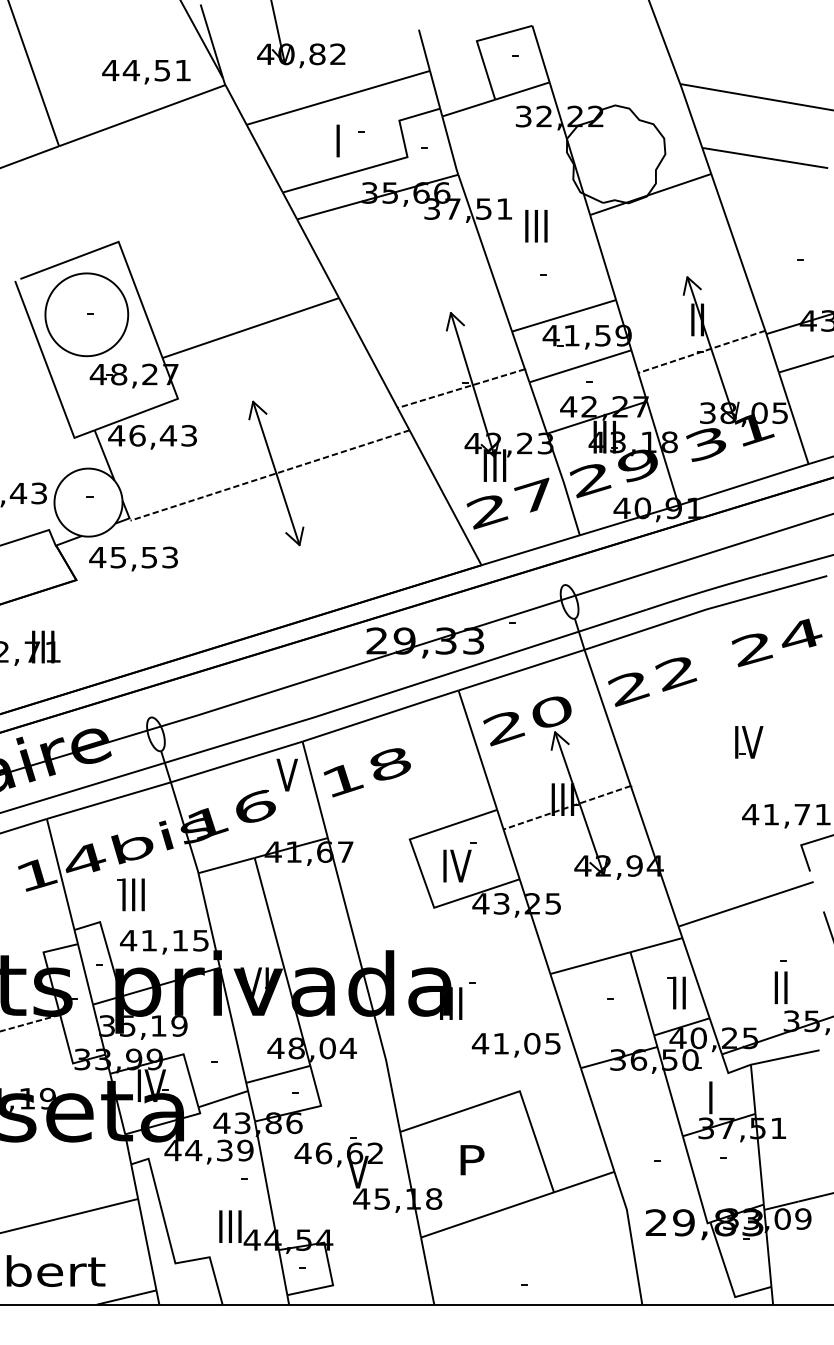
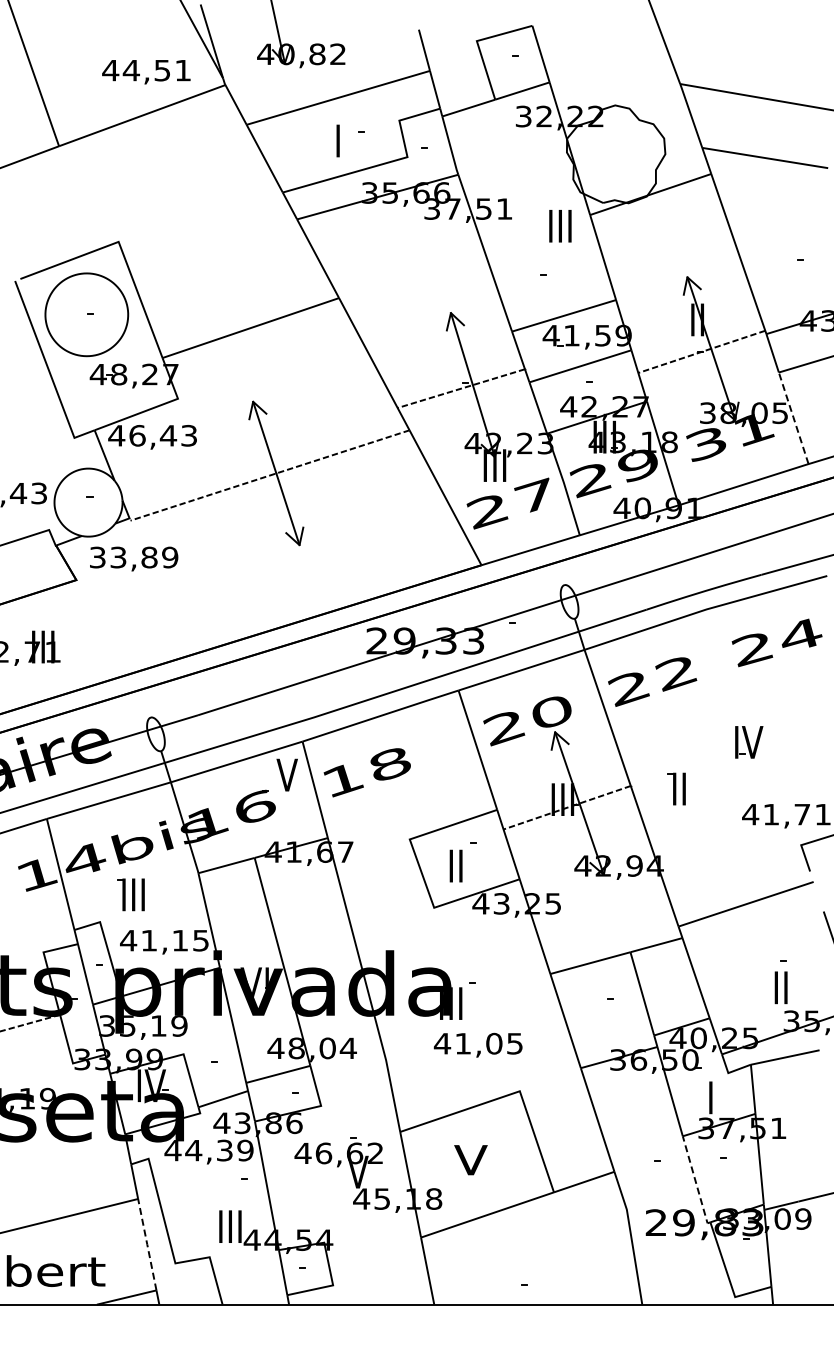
text at (536, 226) position: (536, 226) -> (560, 226)
line at (793, 418): solid -> dashed
text at (133, 557): 45,53 -> 33,89
text at (457, 865): IV -> II
part at (676, 992) position: (676, 992) -> (676, 788)
text at (515, 1044) position: (515, 1044) -> (477, 1044)
text at (470, 1160): P -> V
line at (695, 1181): solid -> dashed
line at (147, 1244): solid -> dashed
